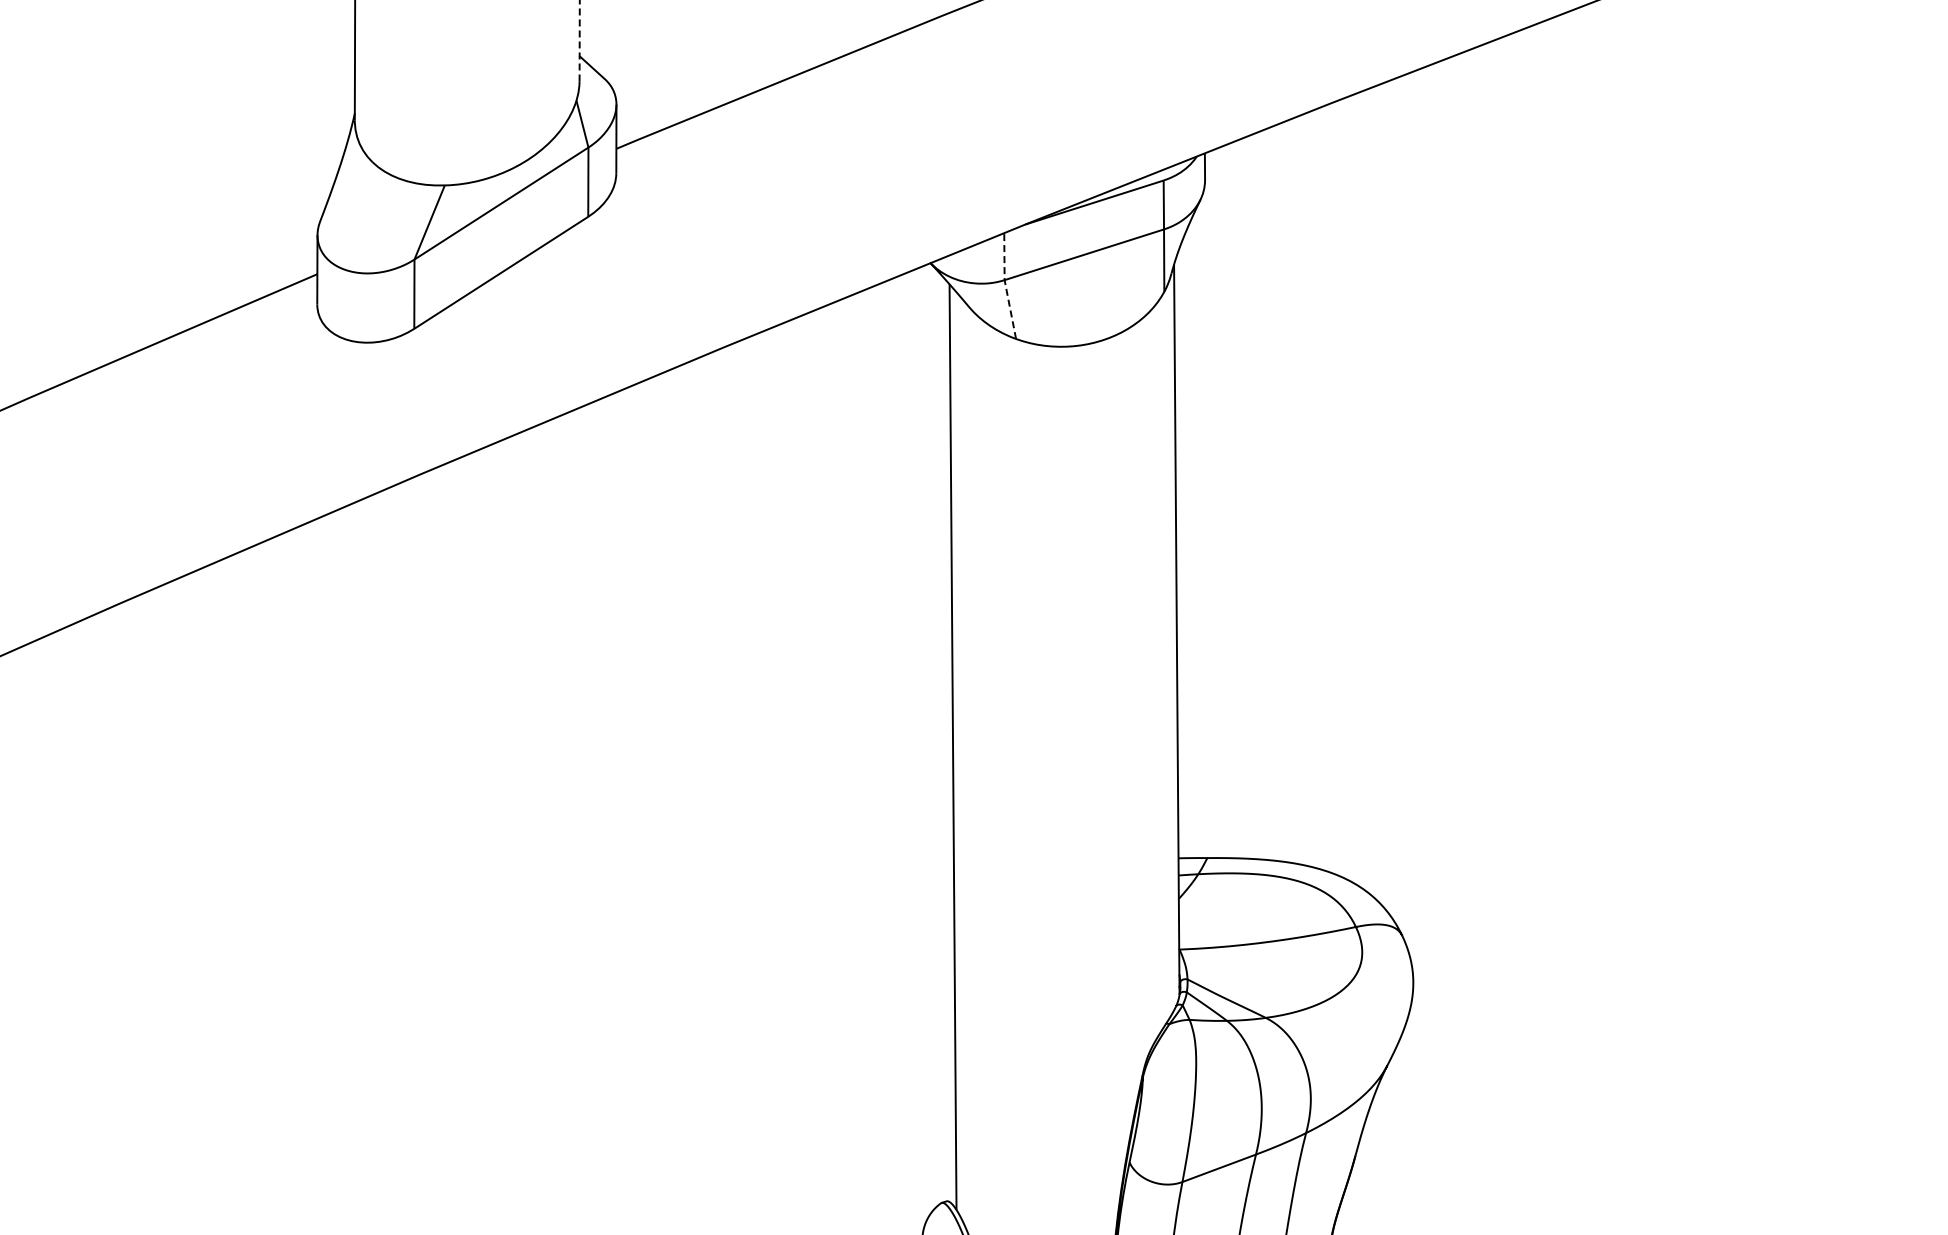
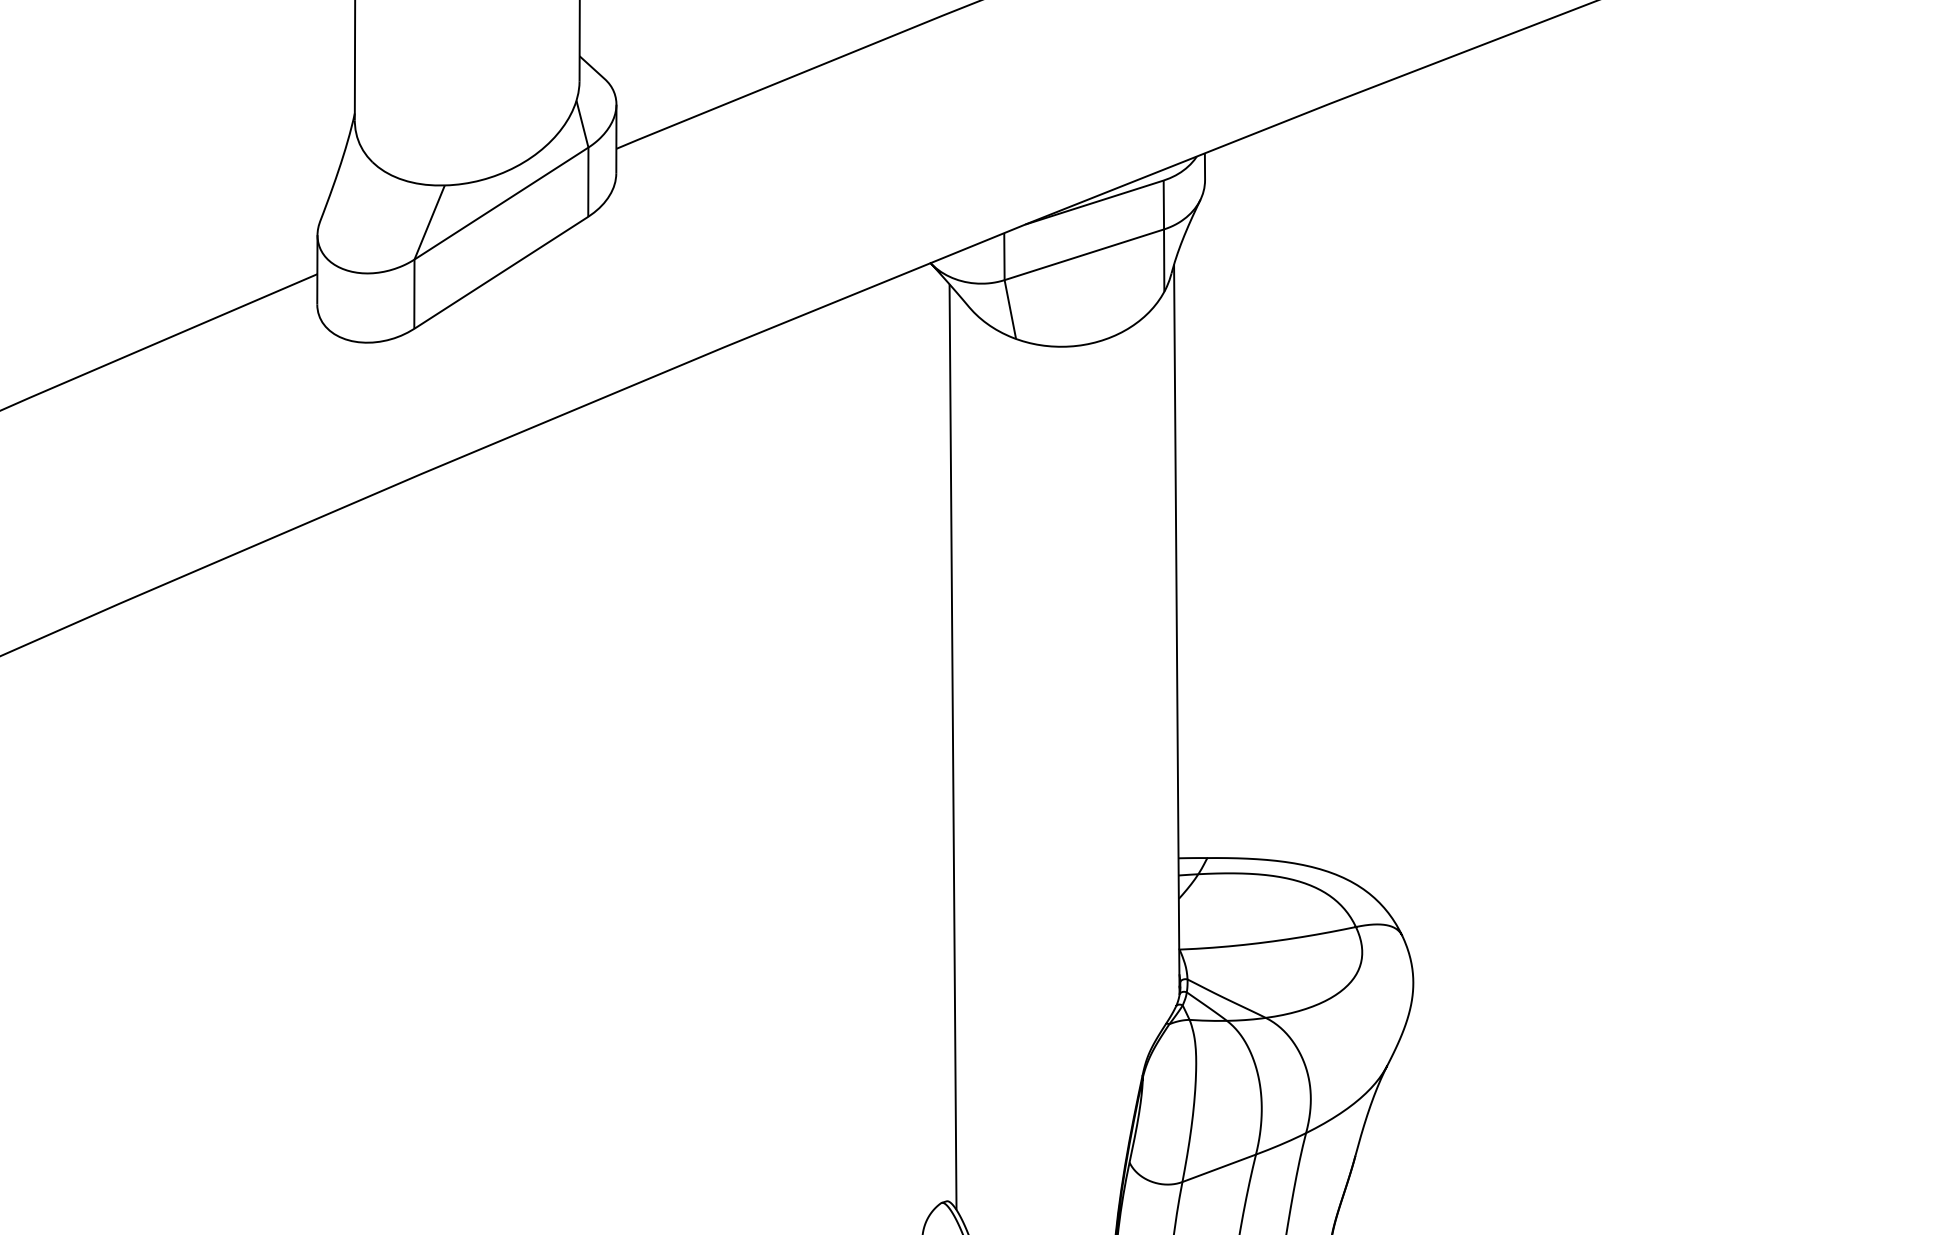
line at (579, 40): dashed -> solid
line at (1005, 285): dashed -> solid
